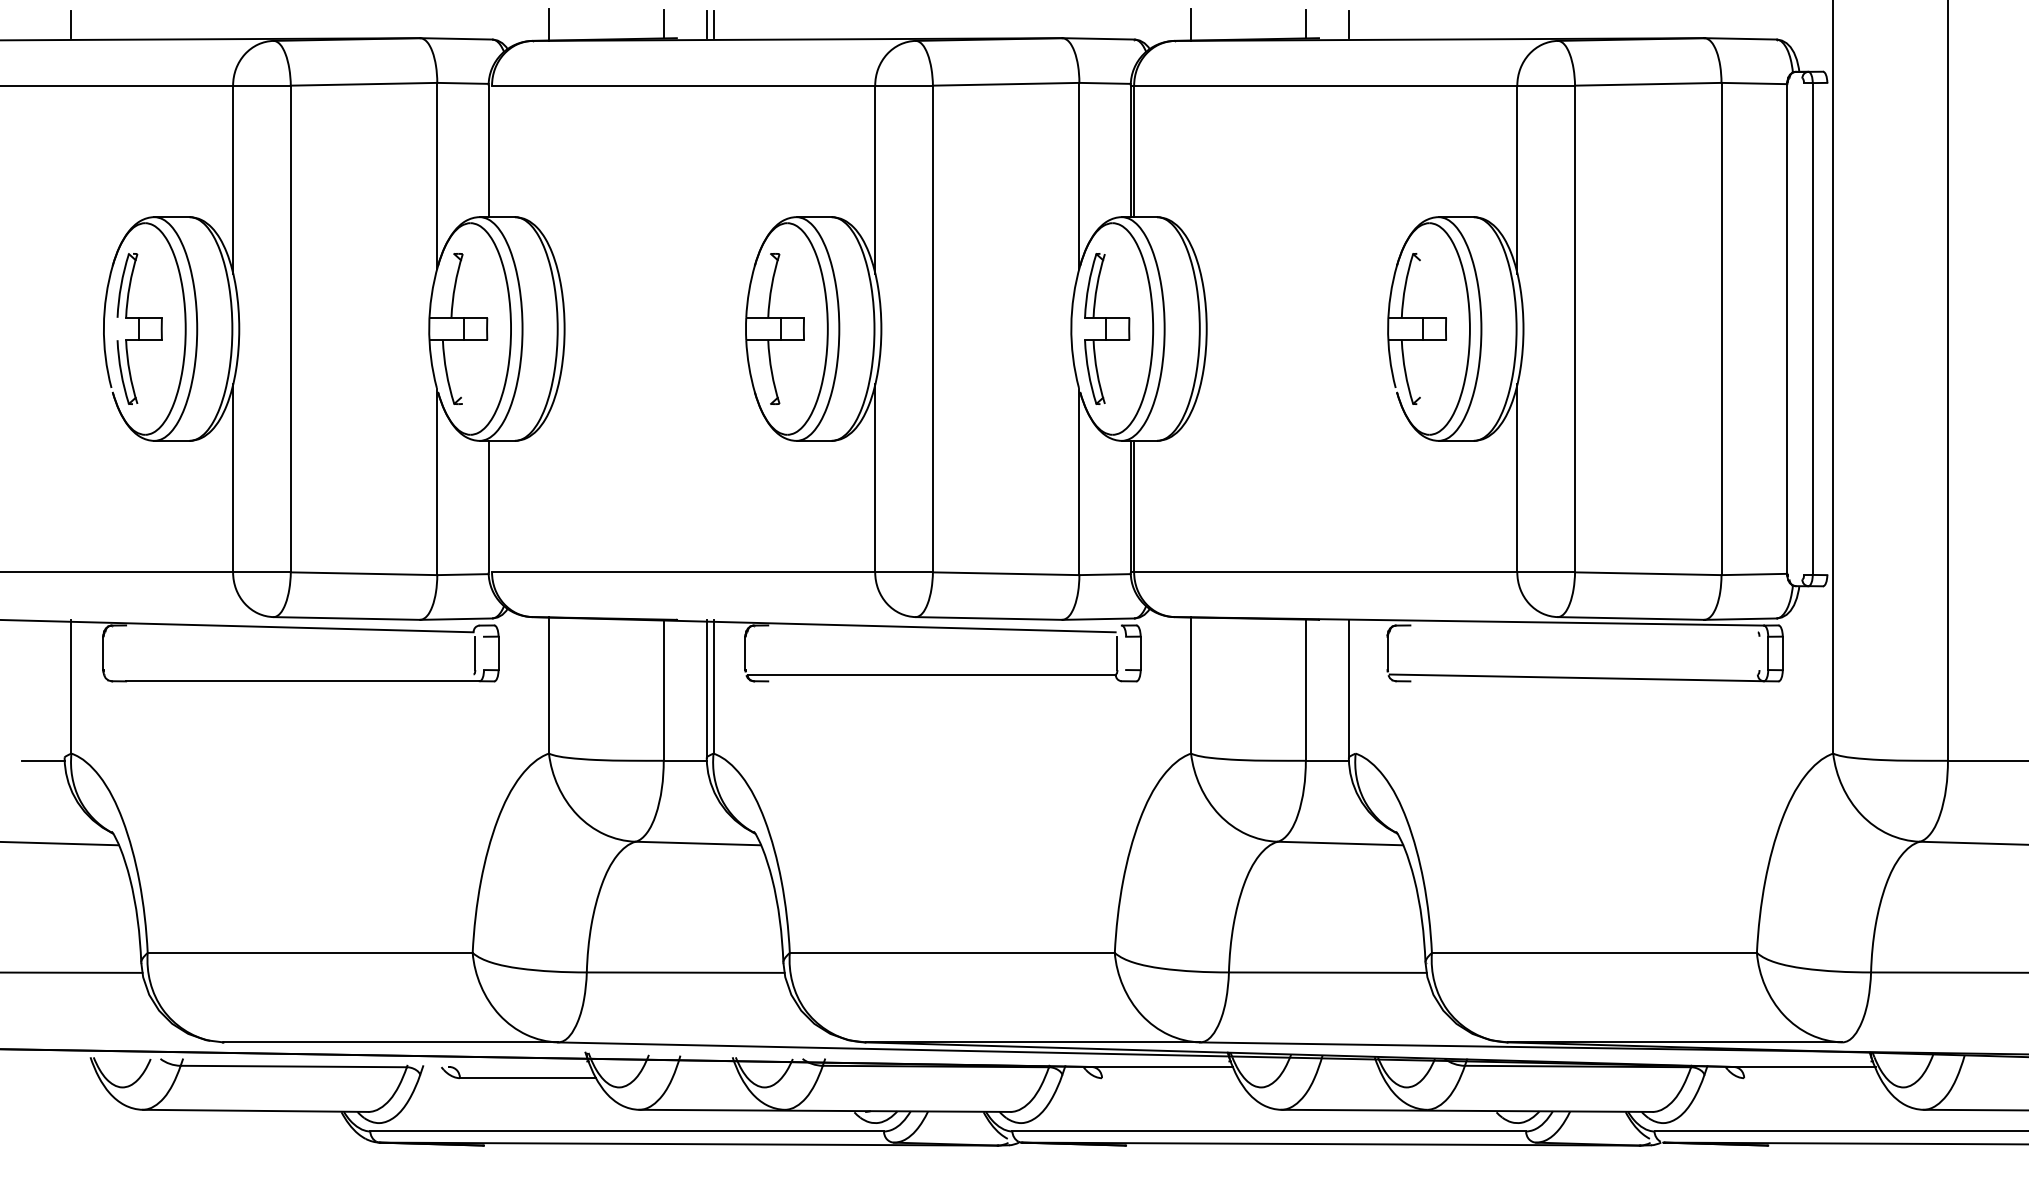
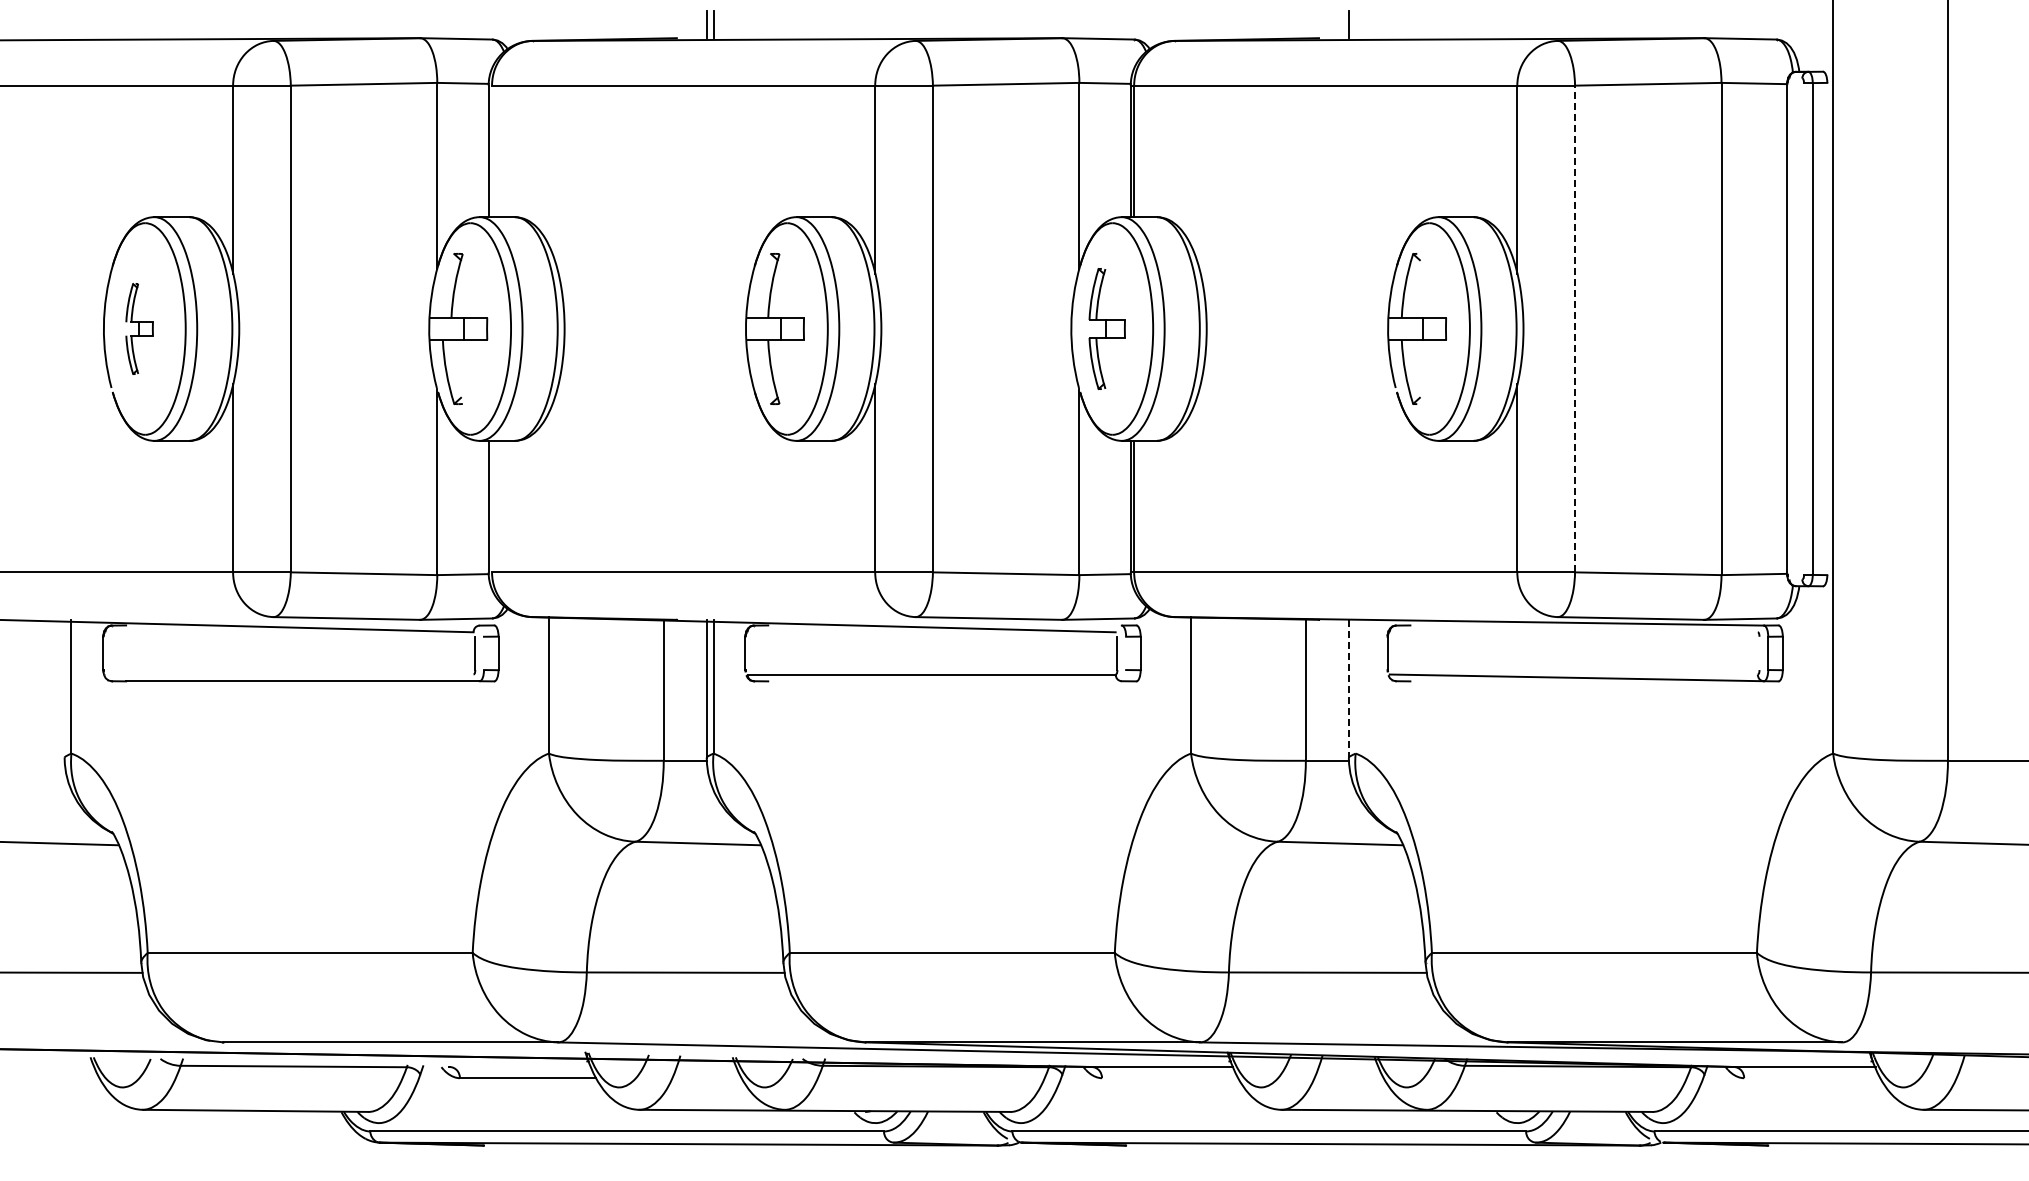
line at (71, 24): present -> none
line at (548, 24): present -> none
line at (663, 24): present -> none
line at (1191, 24): present -> none
line at (1305, 24): present -> none
part at (139, 328) size: 47x152 px -> 29x92 px
part at (1107, 328) size: 47x152 px -> 38x122 px
line at (1575, 328): solid -> dashed
line at (1348, 689): solid -> dashed
line at (42, 760): present -> none
